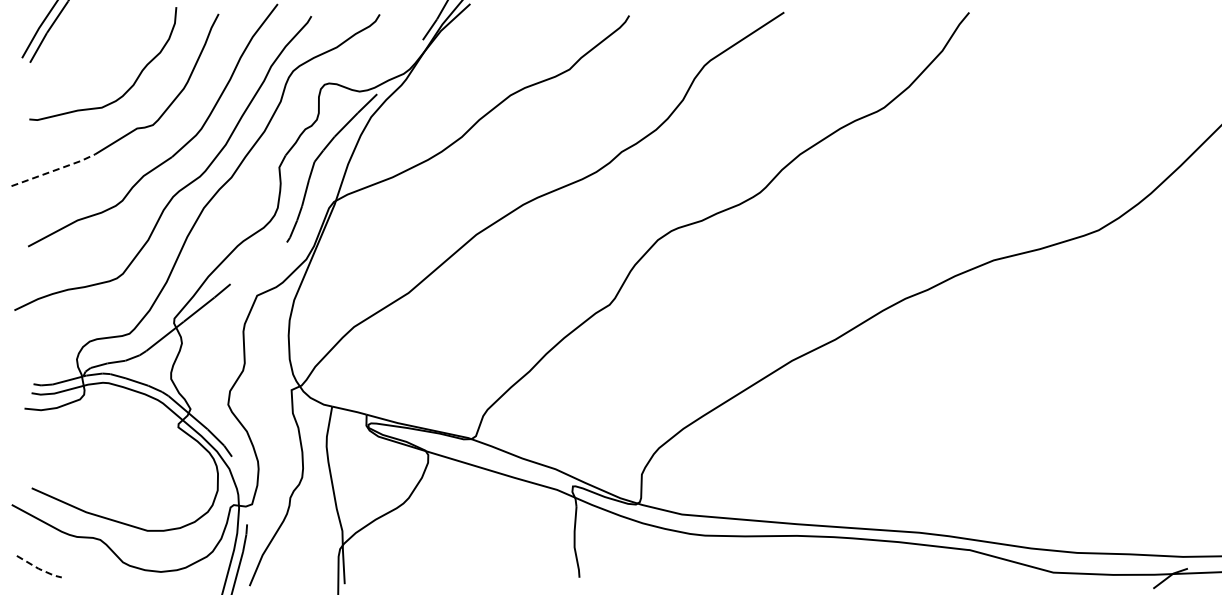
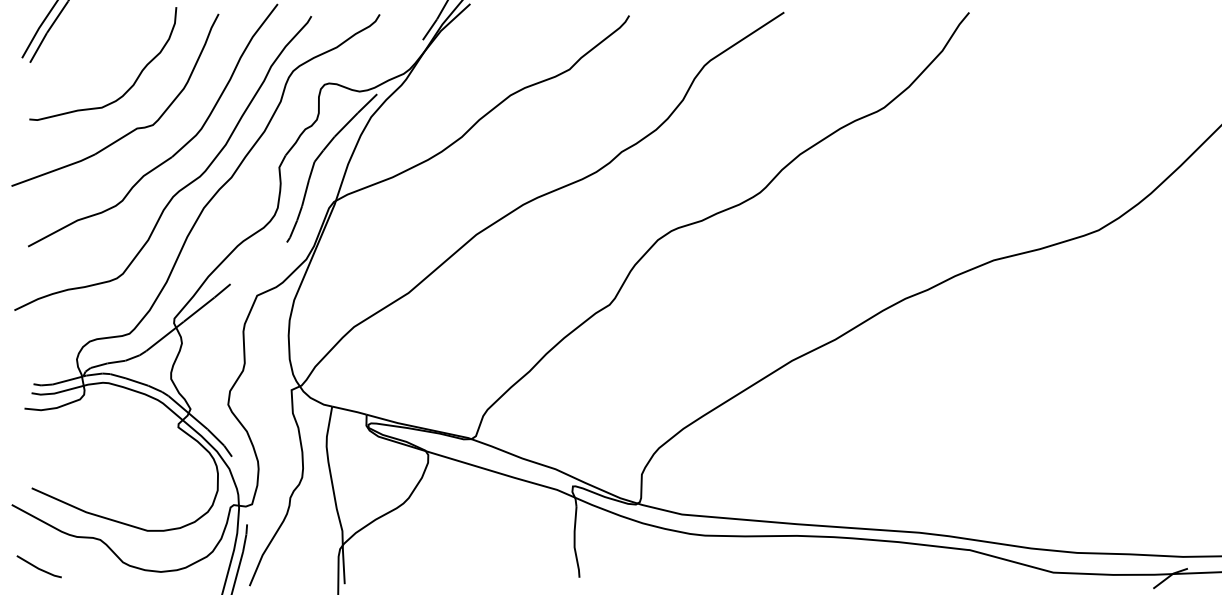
line at (54, 170): dashed -> solid
line at (38, 568): dashed -> solid
